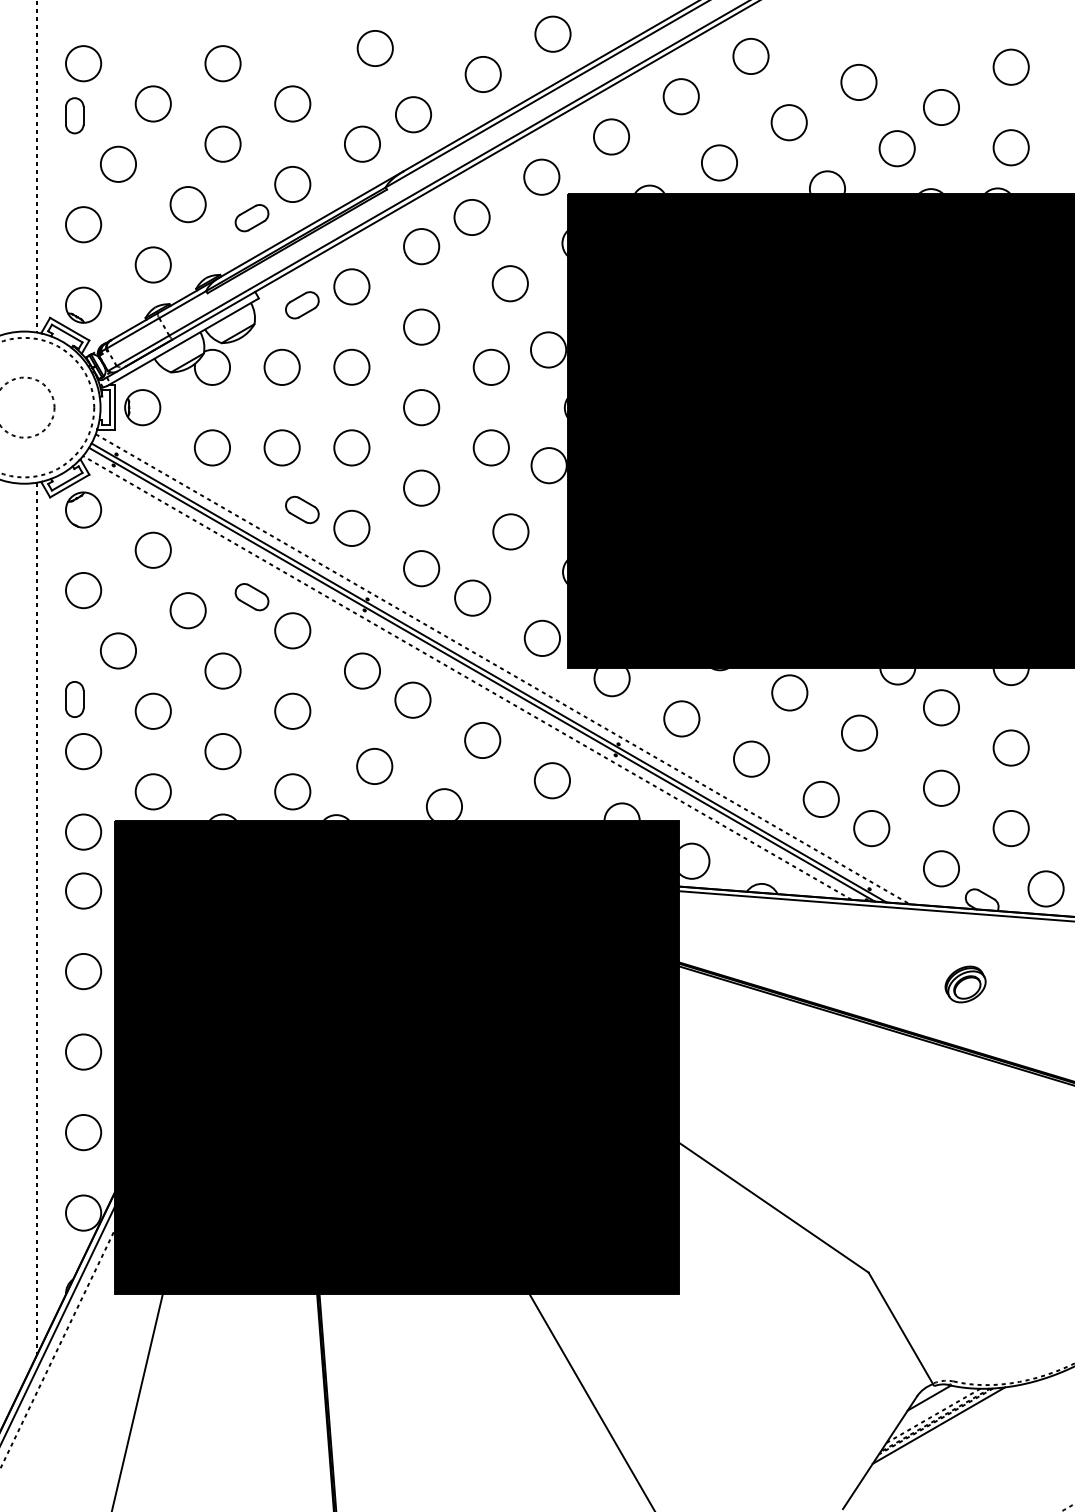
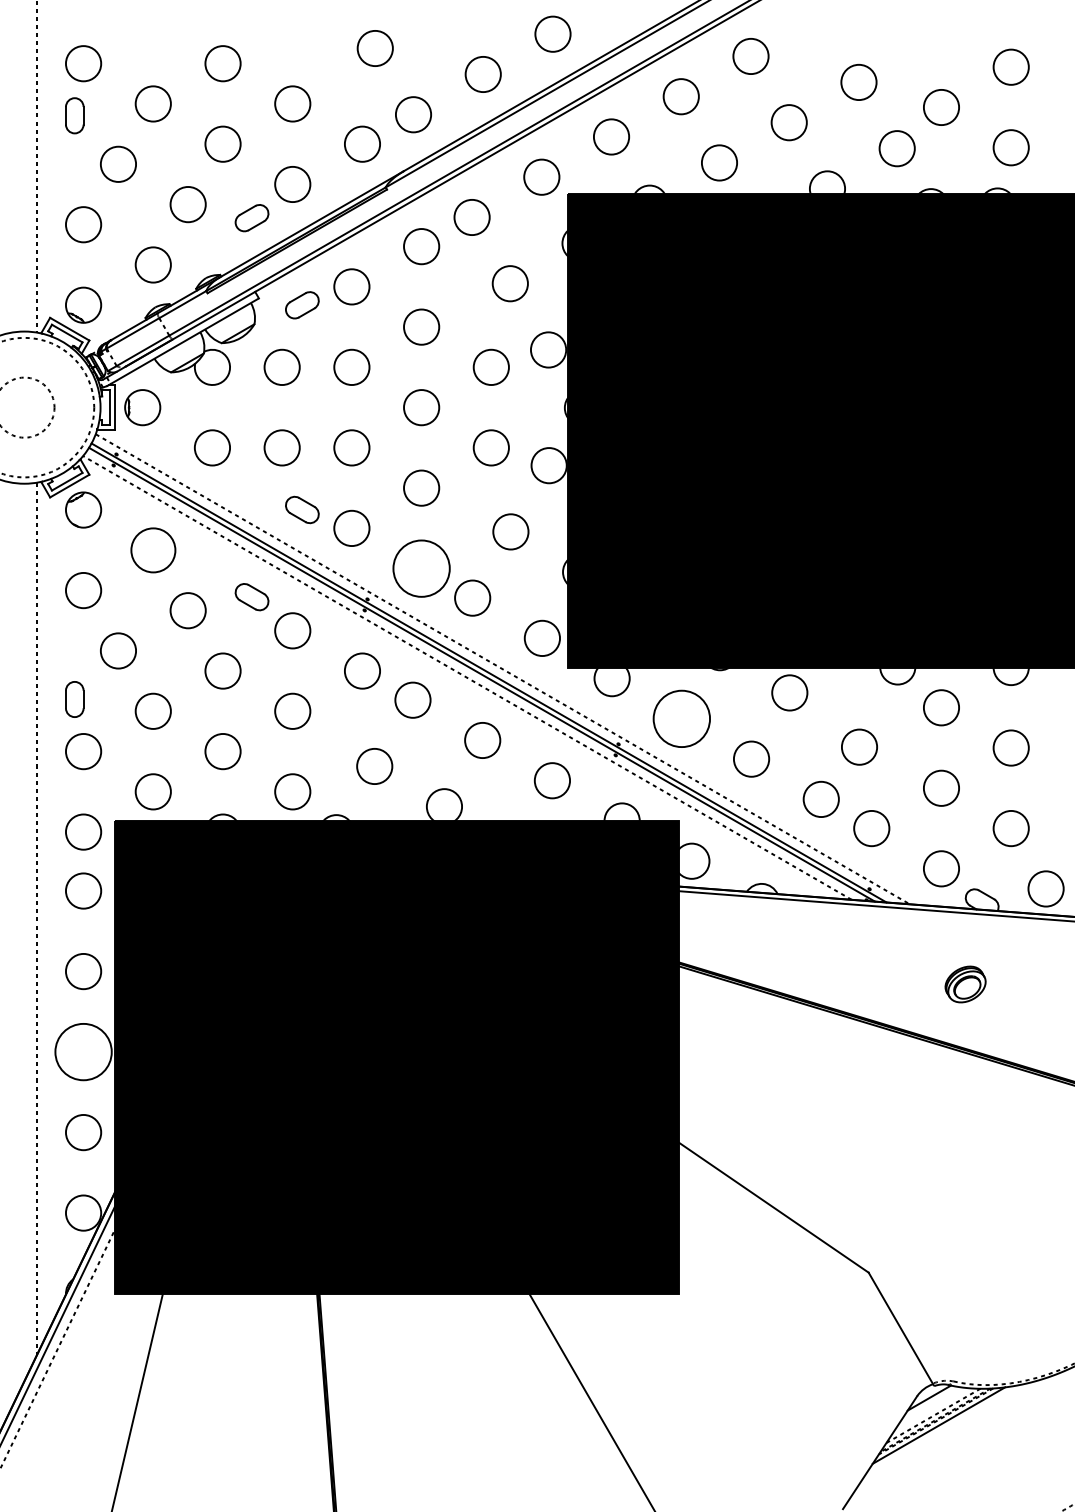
circle at (152, 549) size: 38x38 px -> 47x47 px
circle at (421, 568) diameter: 35 px -> 56 px
circle at (681, 718) diameter: 35 px -> 56 px
circle at (859, 732) position: (859, 732) -> (859, 746)
circle at (83, 1051) diameter: 35 px -> 56 px
